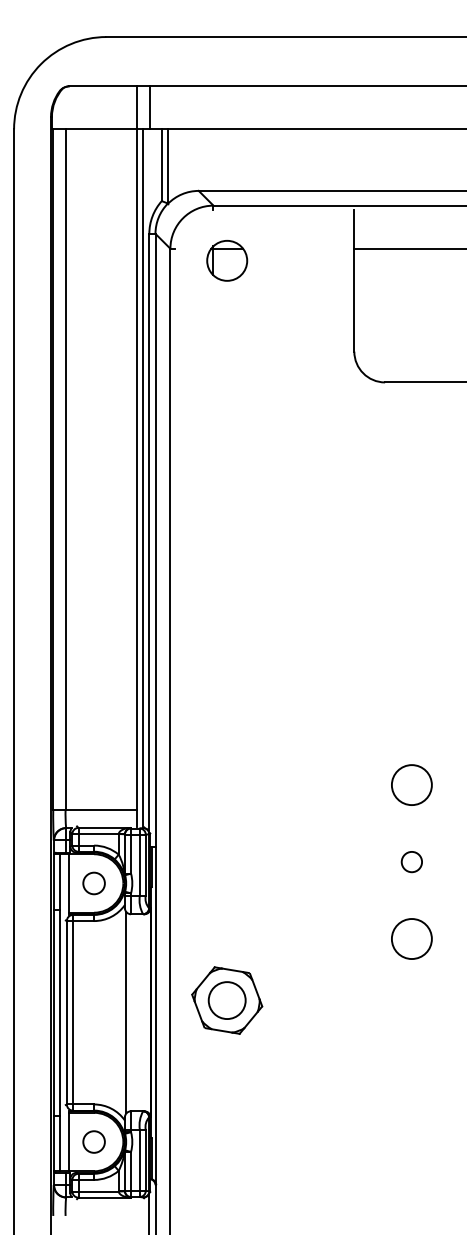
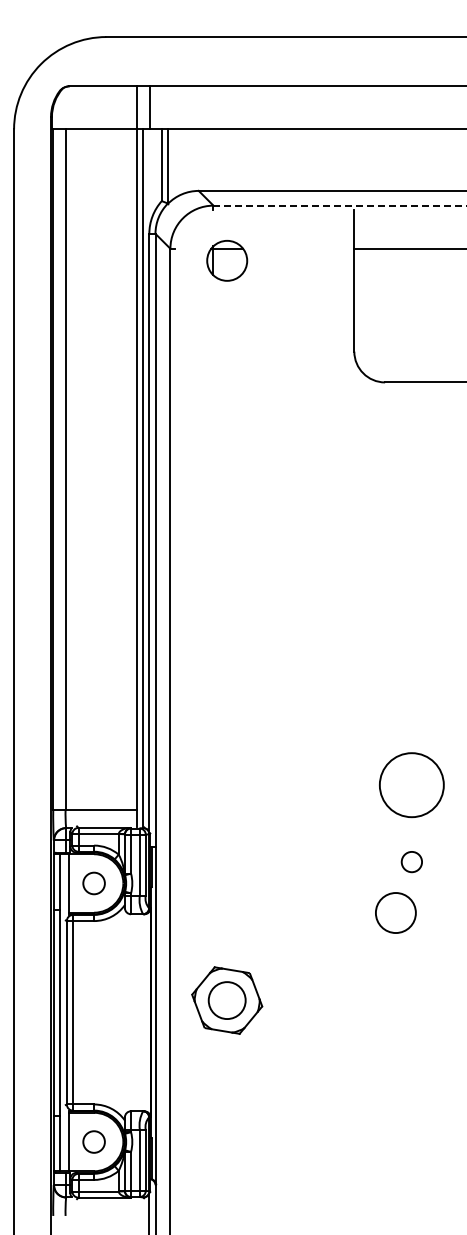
line at (340, 205): solid -> dashed
circle at (411, 784) size: 42x42 px -> 66x67 px
circle at (411, 938) position: (411, 938) -> (395, 912)
line at (126, 1012): present -> none
